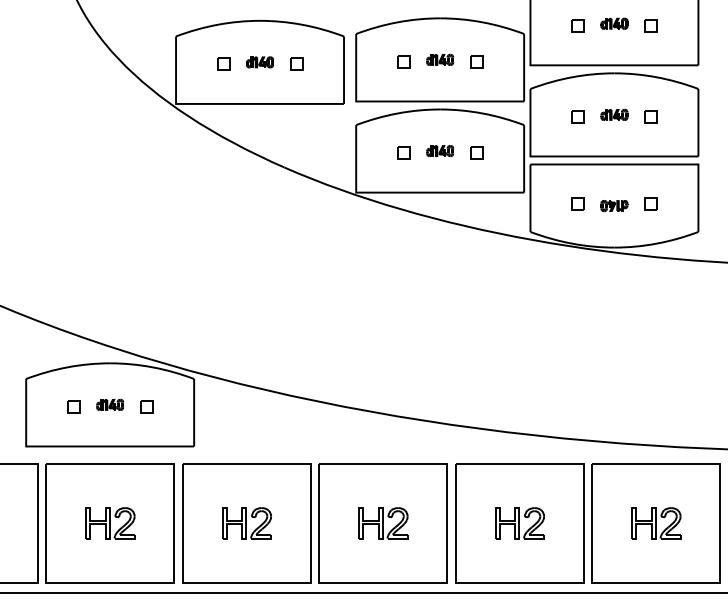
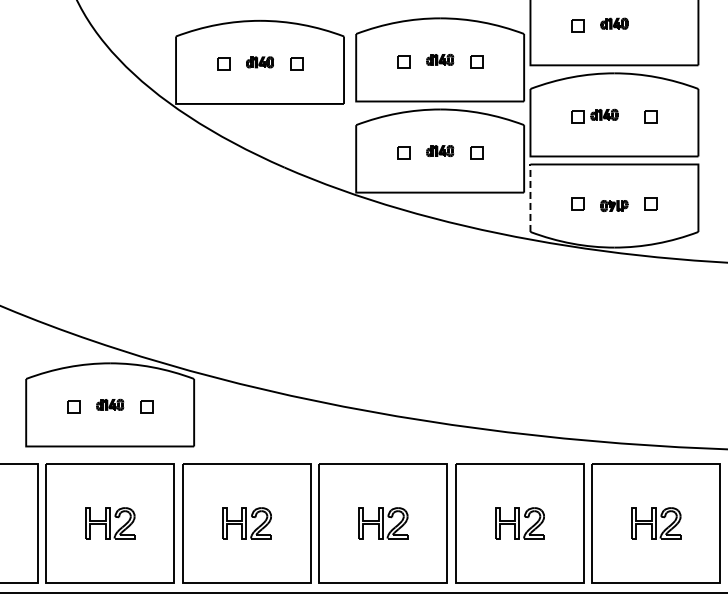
part at (650, 25): present -> none
part at (614, 114) position: (614, 114) -> (604, 114)
line at (530, 198): solid -> dashed
